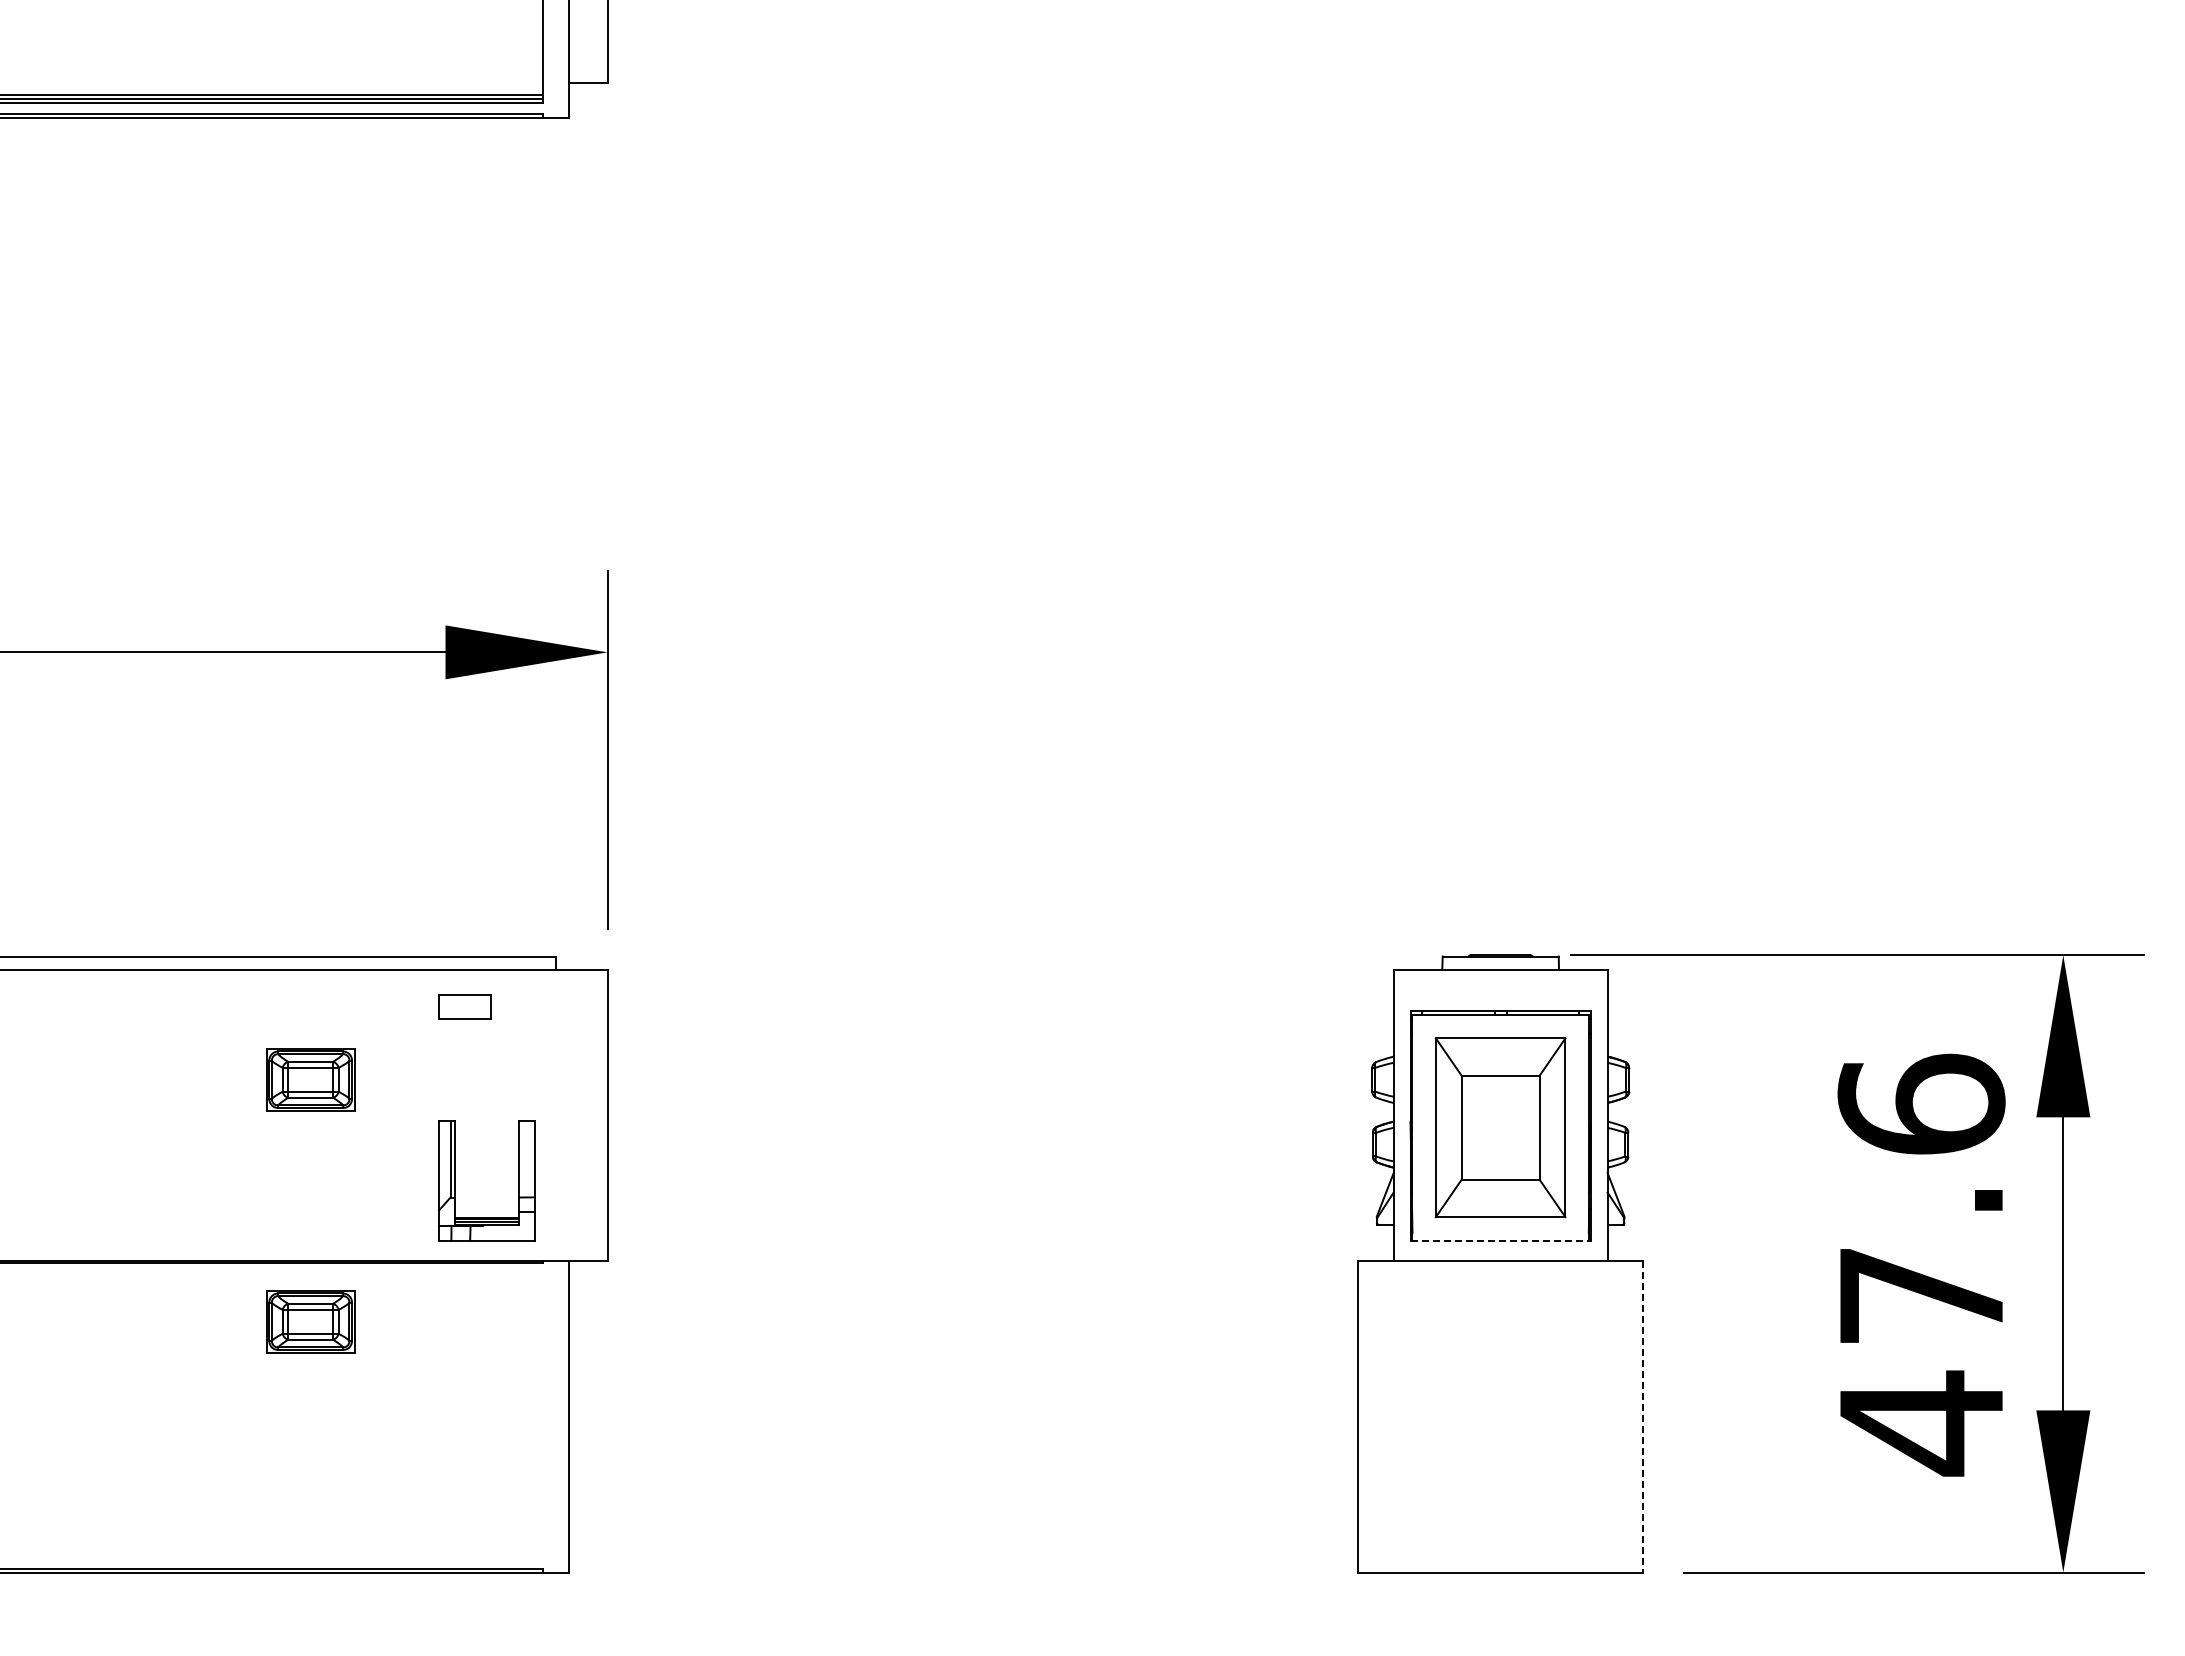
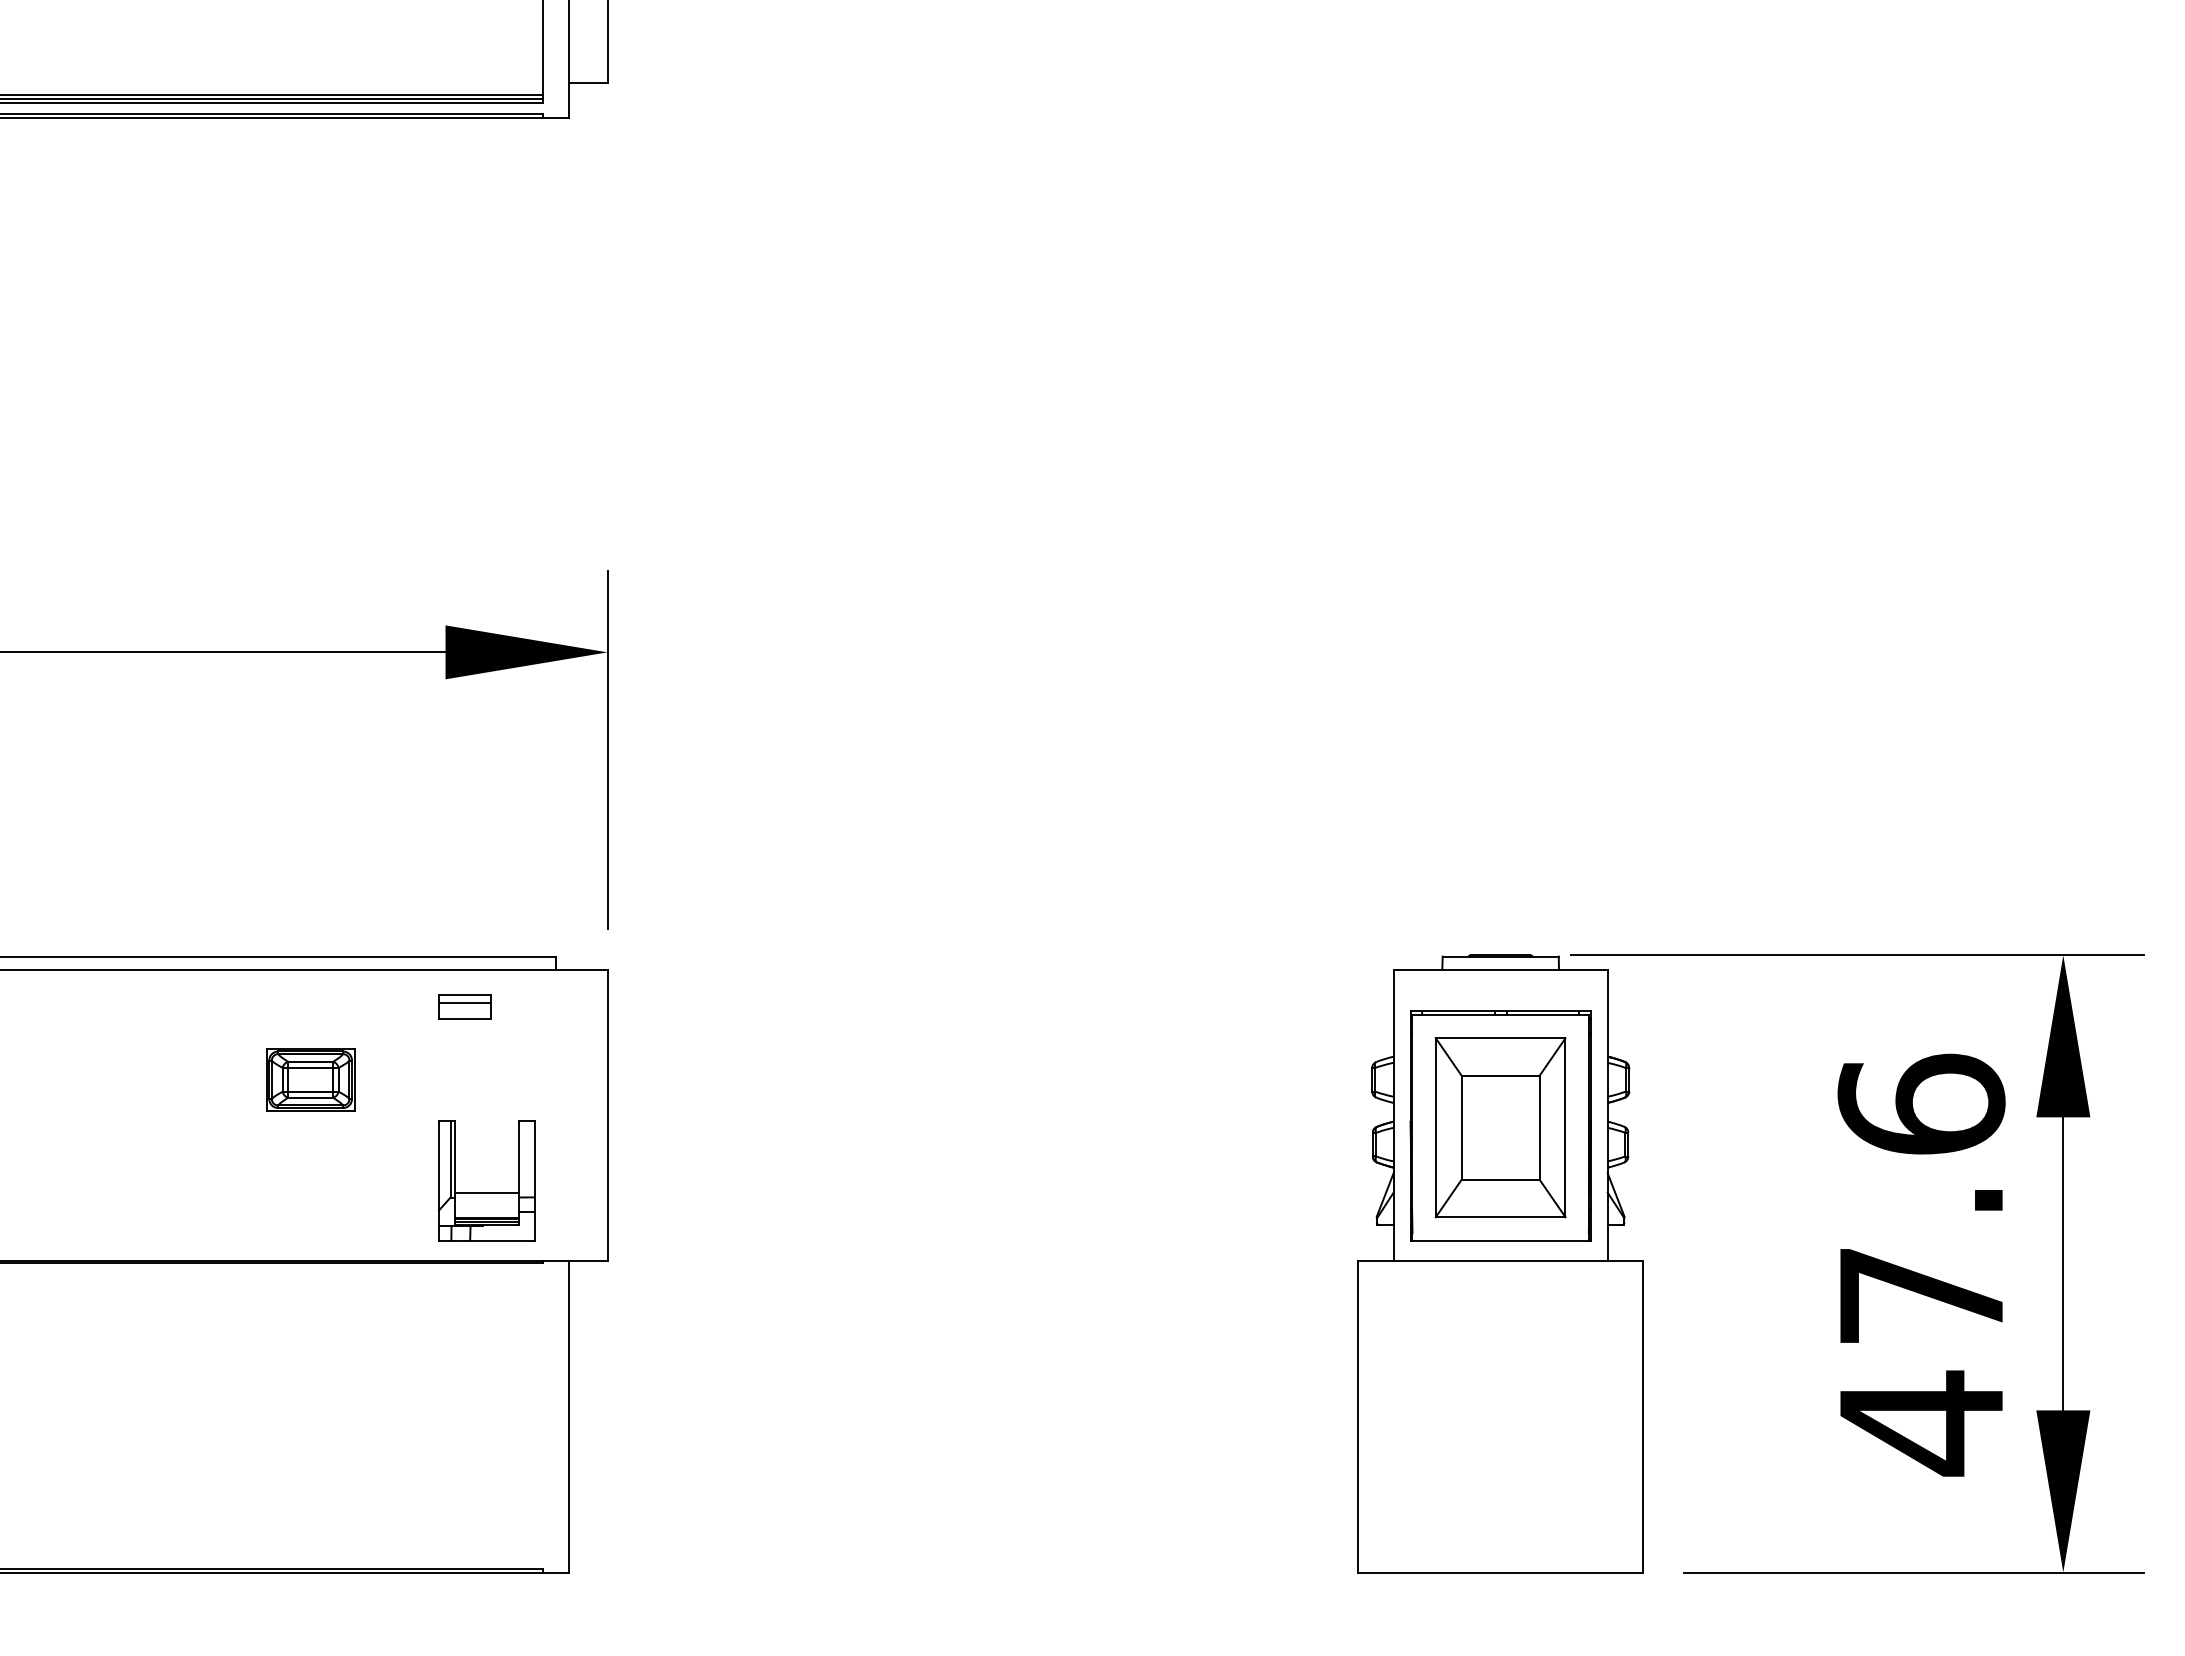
line at (464, 1003): none -> present
line at (486, 1192): none -> present
line at (1501, 1240): dashed -> solid
part at (310, 1321): present -> none
line at (1643, 1416): dashed -> solid
